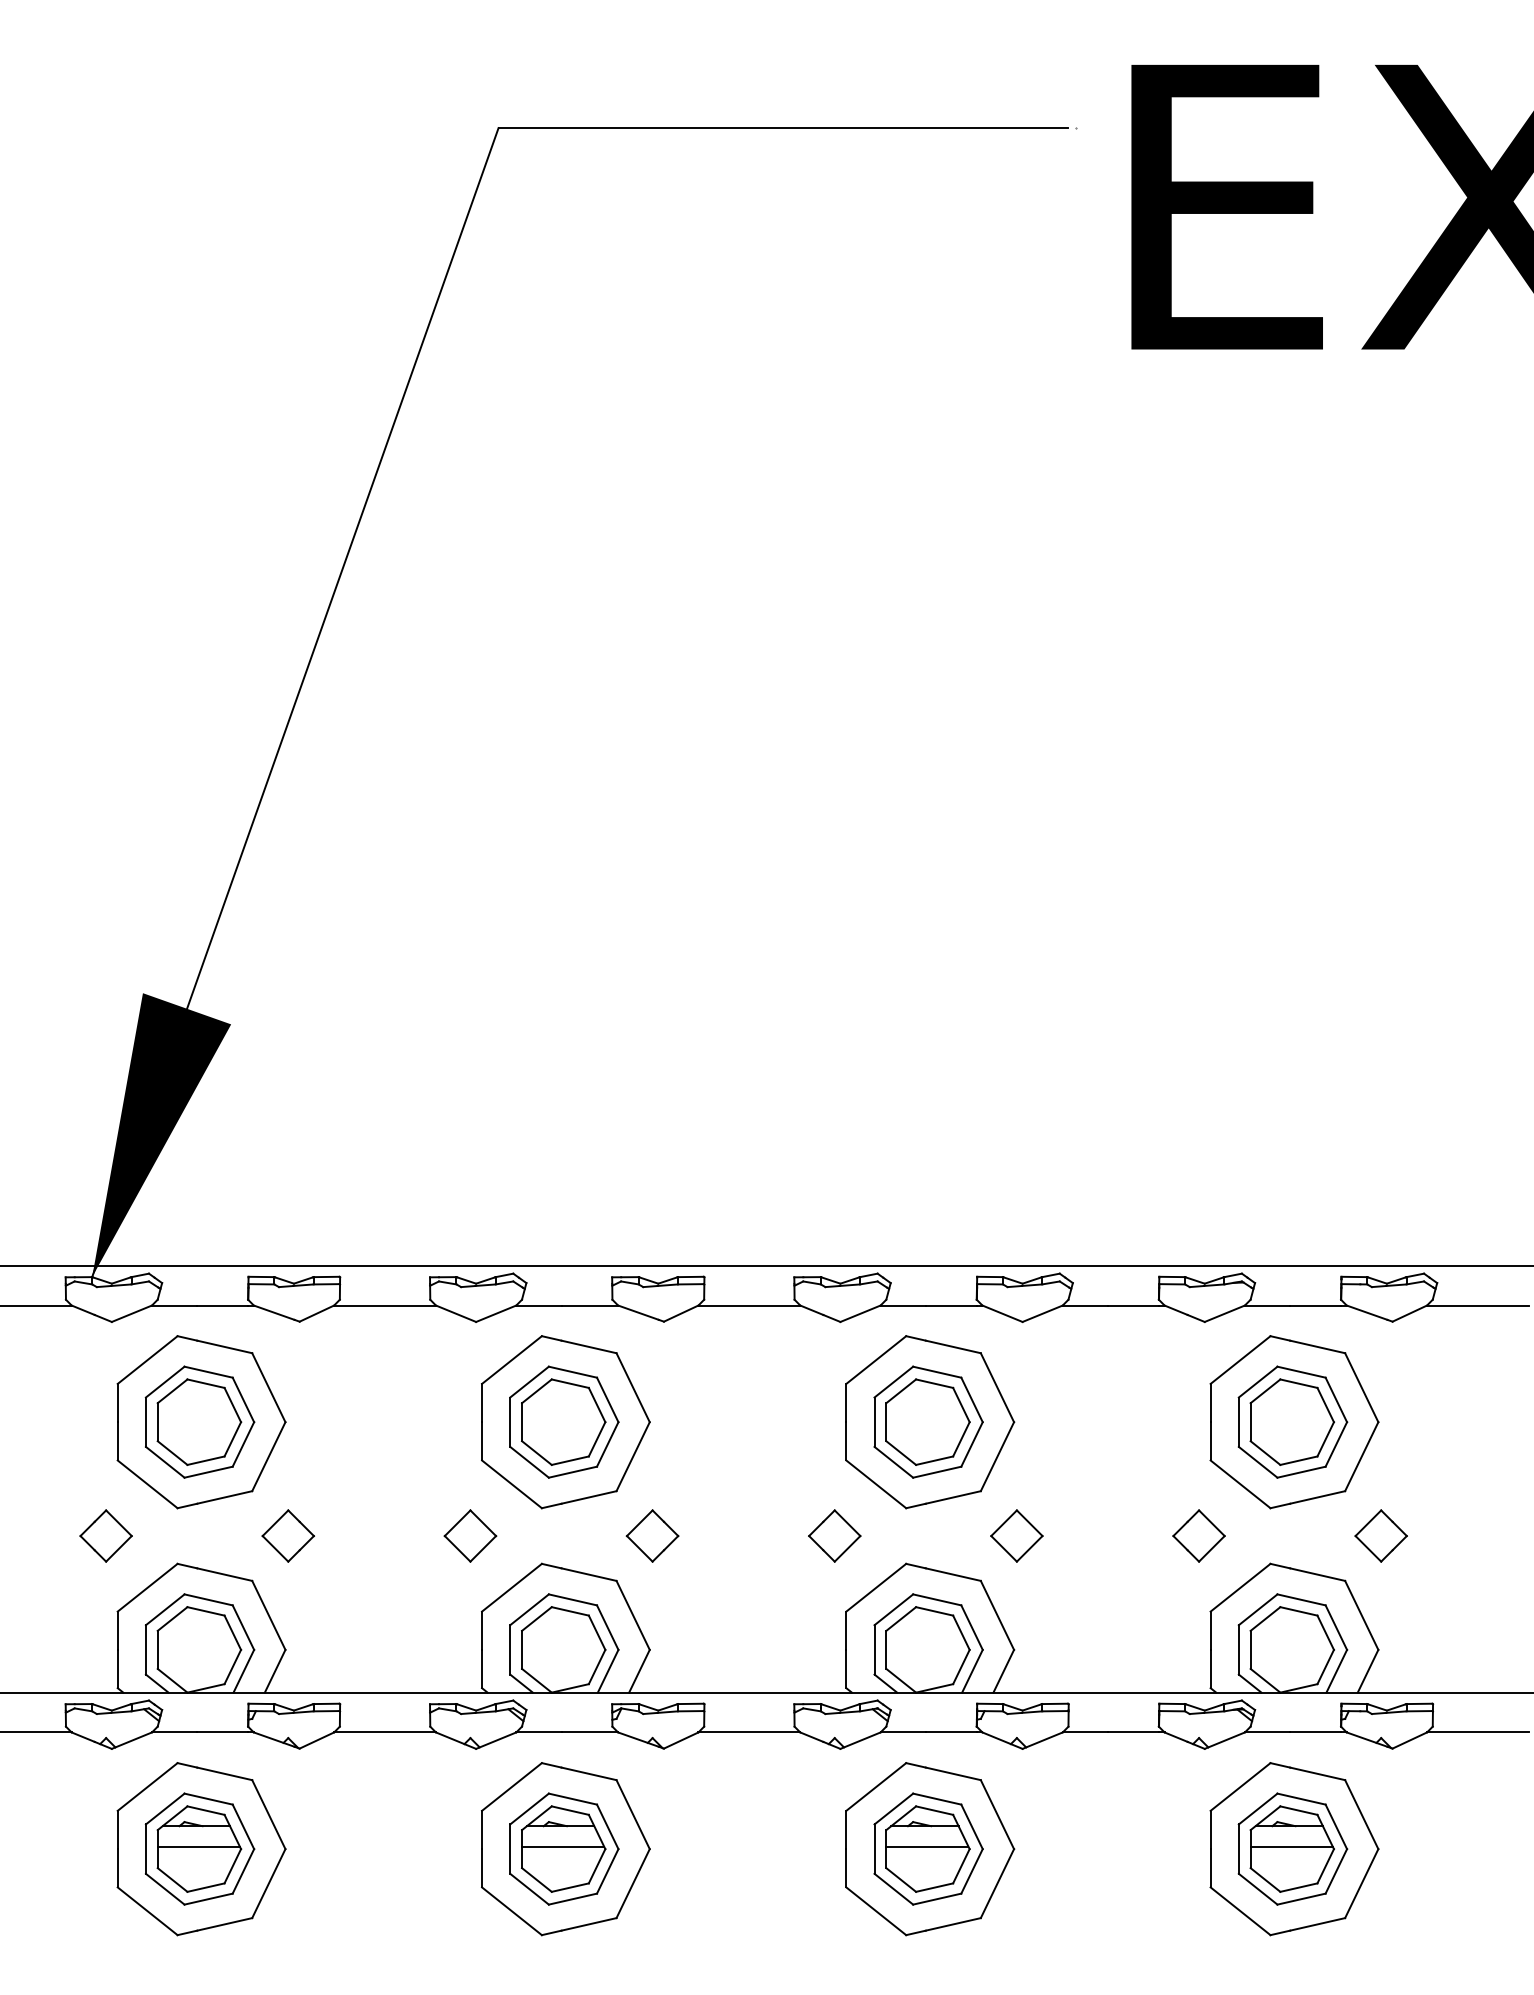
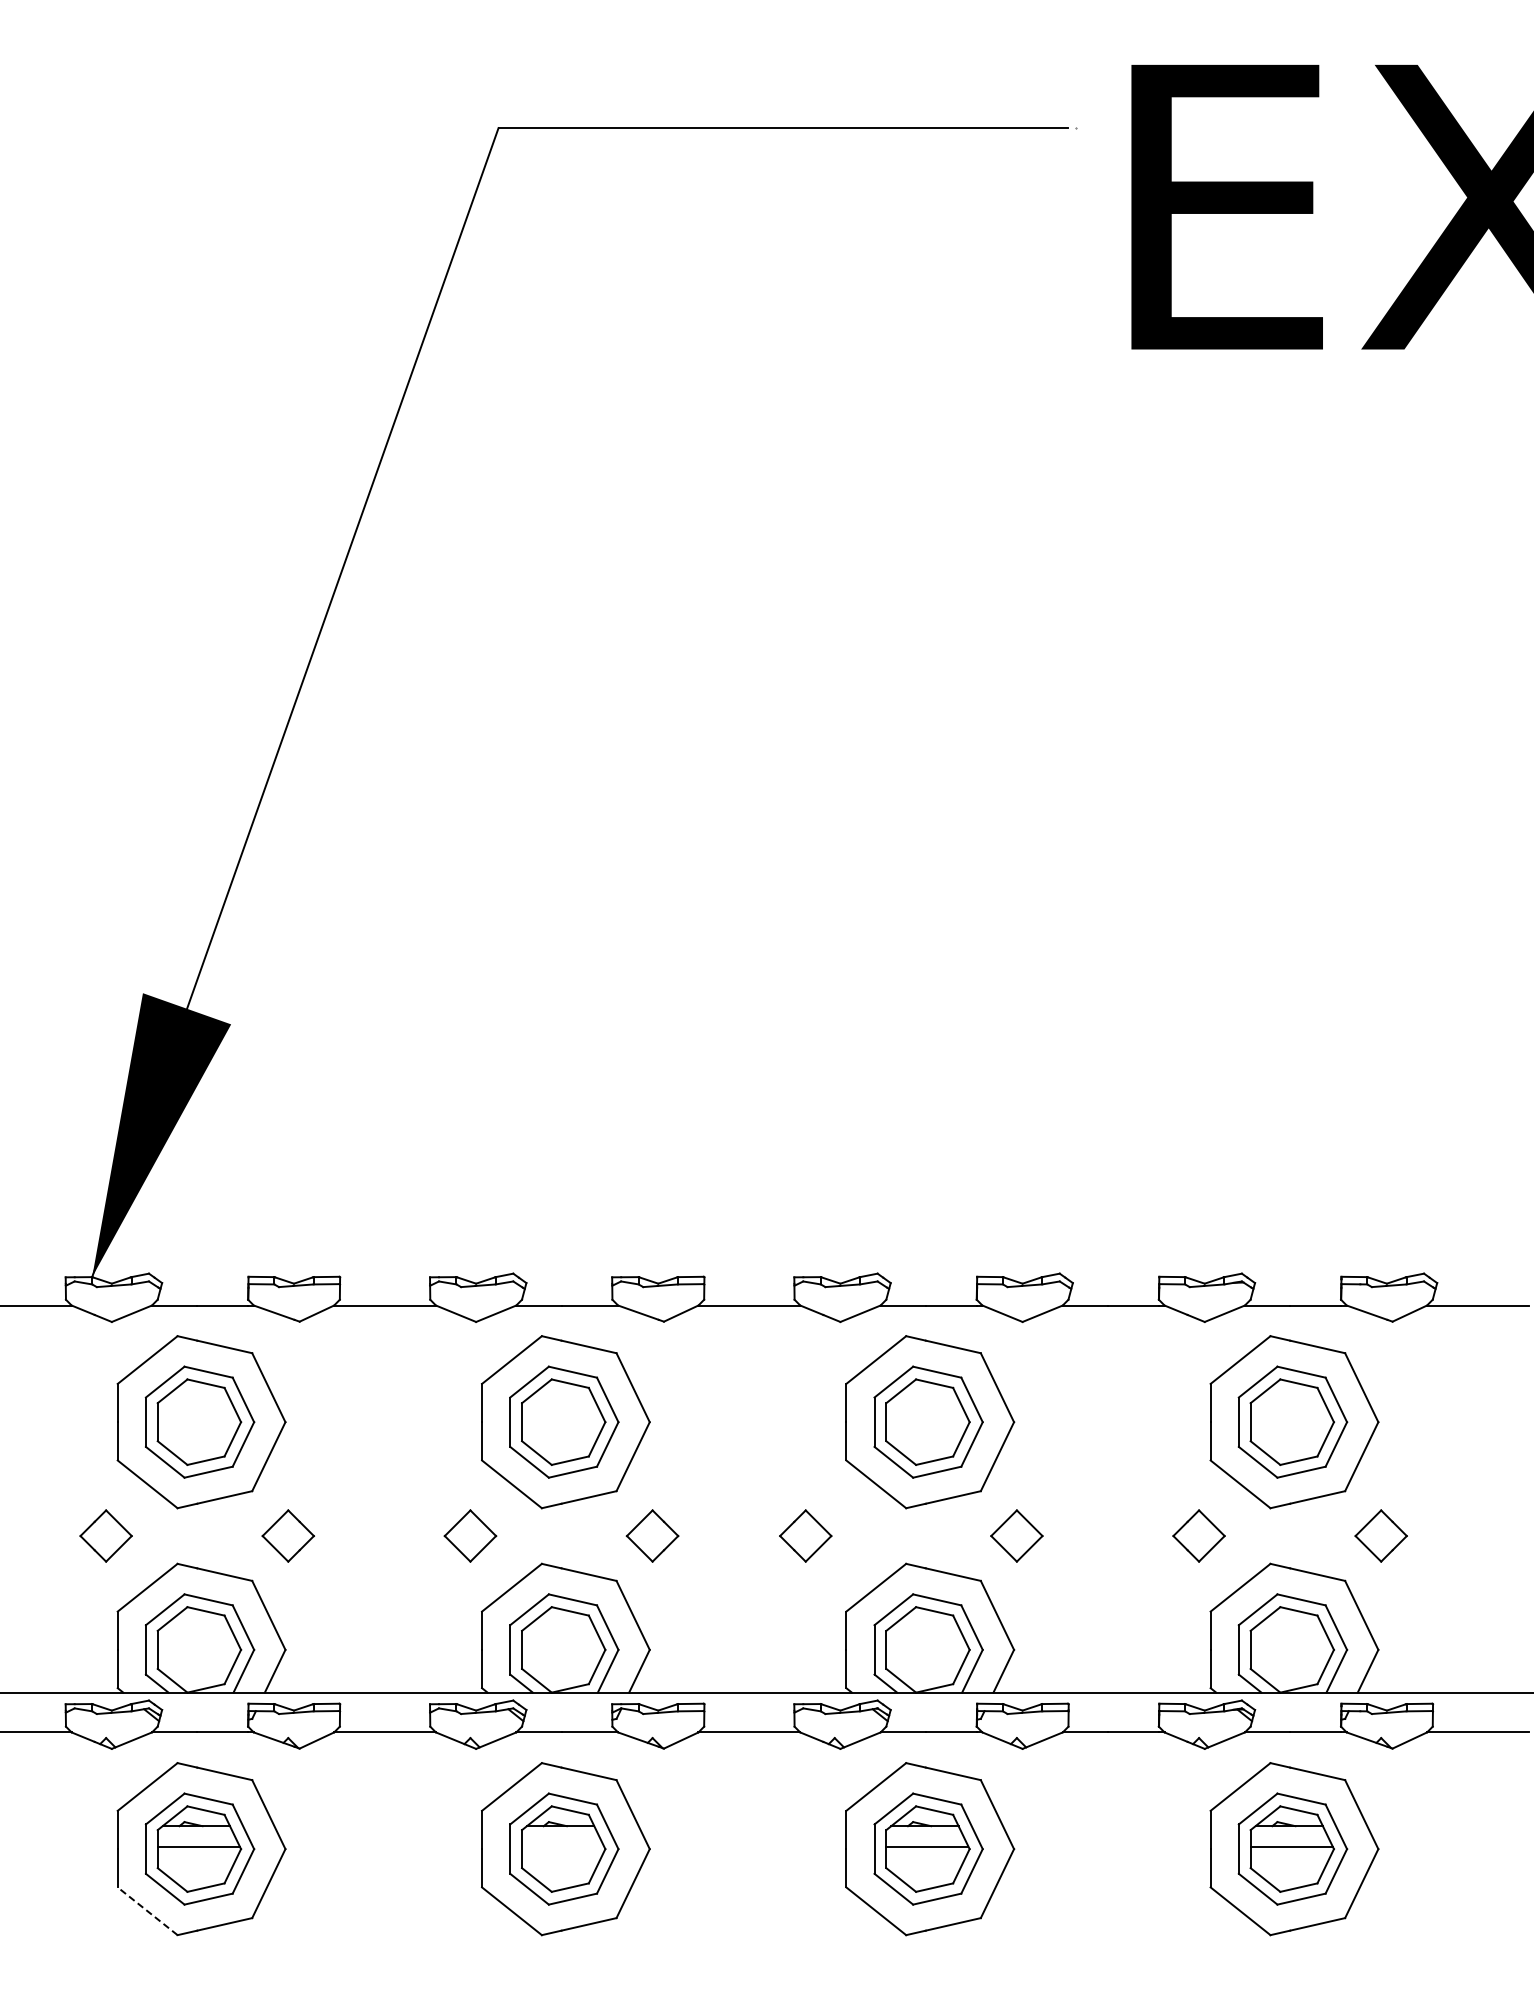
line at (766, 1265): present -> none
part at (834, 1535) position: (834, 1535) -> (805, 1535)
line at (563, 1846): present -> none
line at (147, 1910): solid -> dashed
